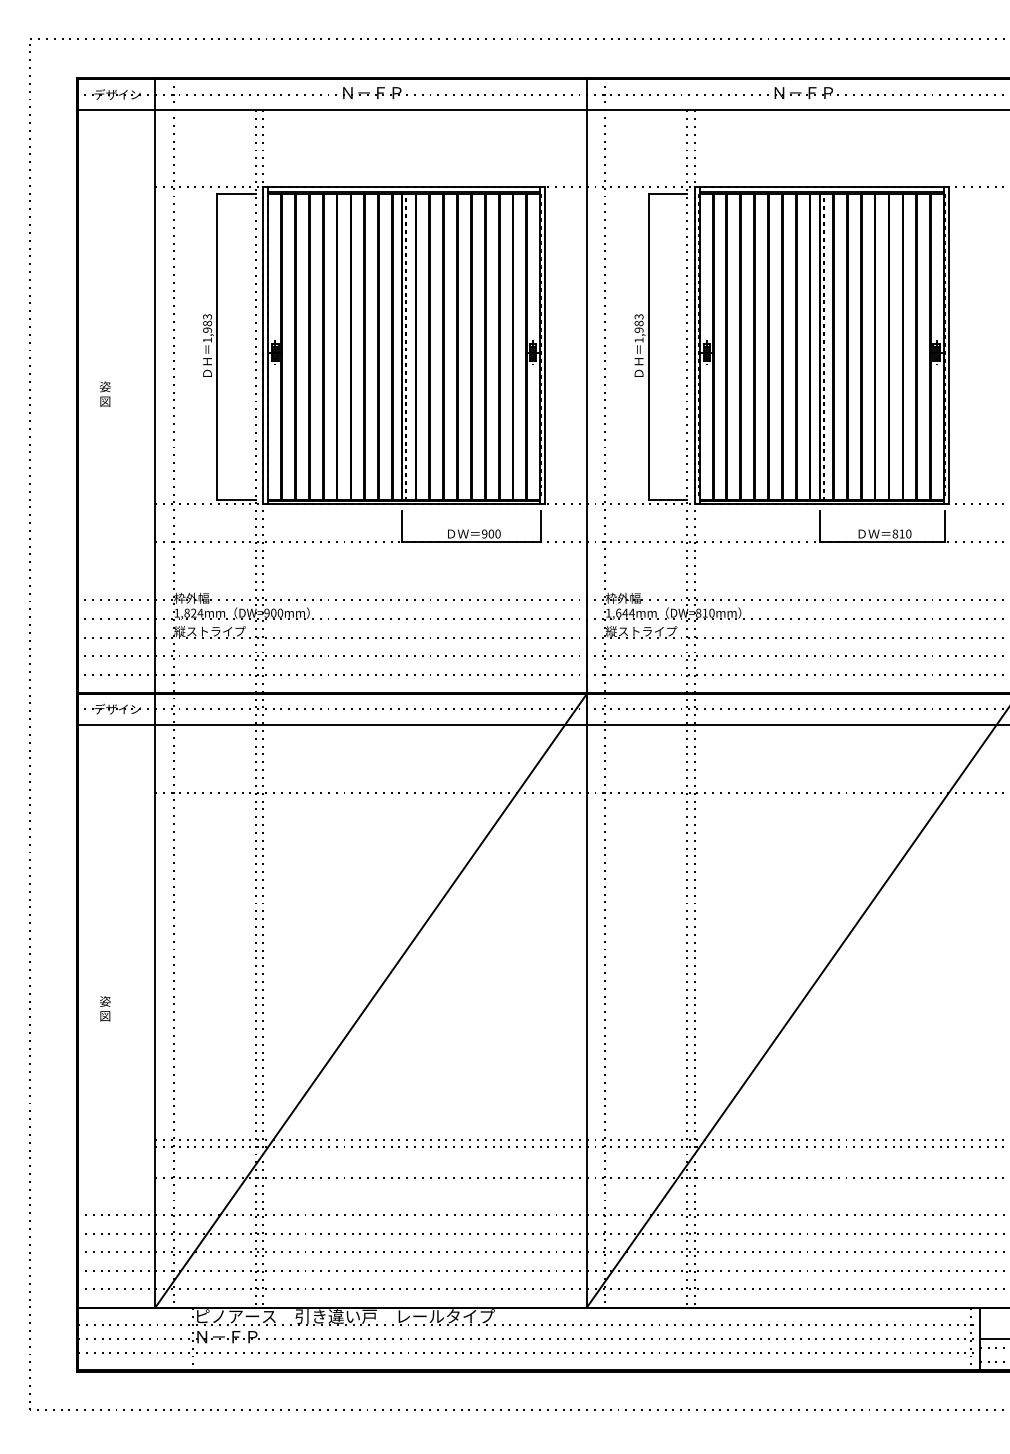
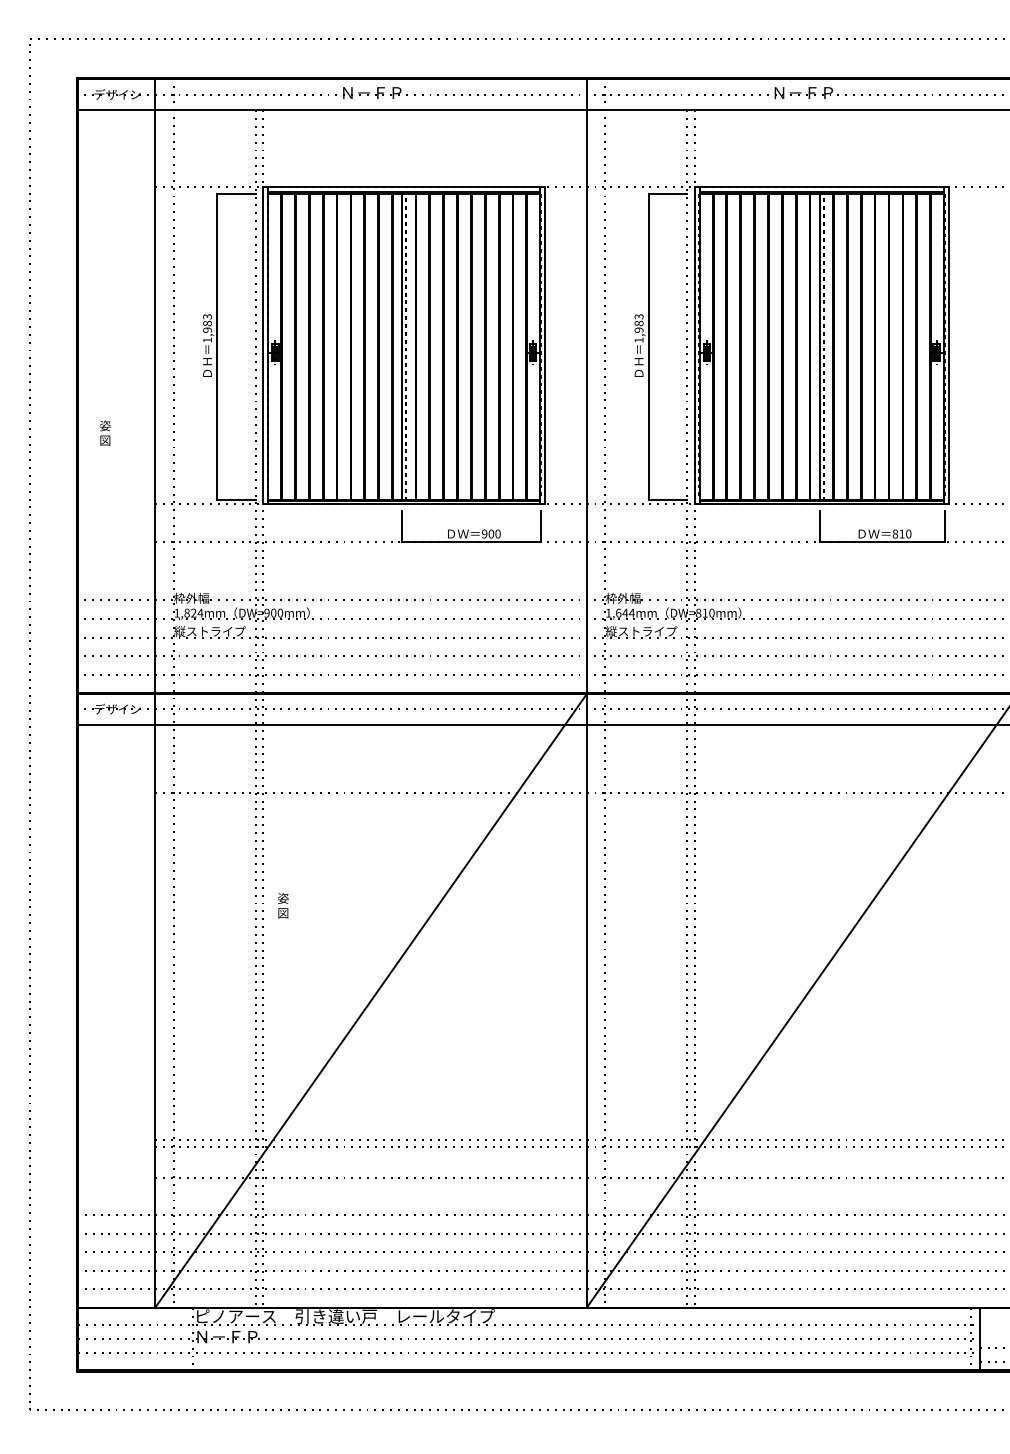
text at (105, 393) position: (105, 393) -> (105, 432)
text at (105, 1008) position: (105, 1008) -> (283, 905)
line at (992, 1339): present -> none
